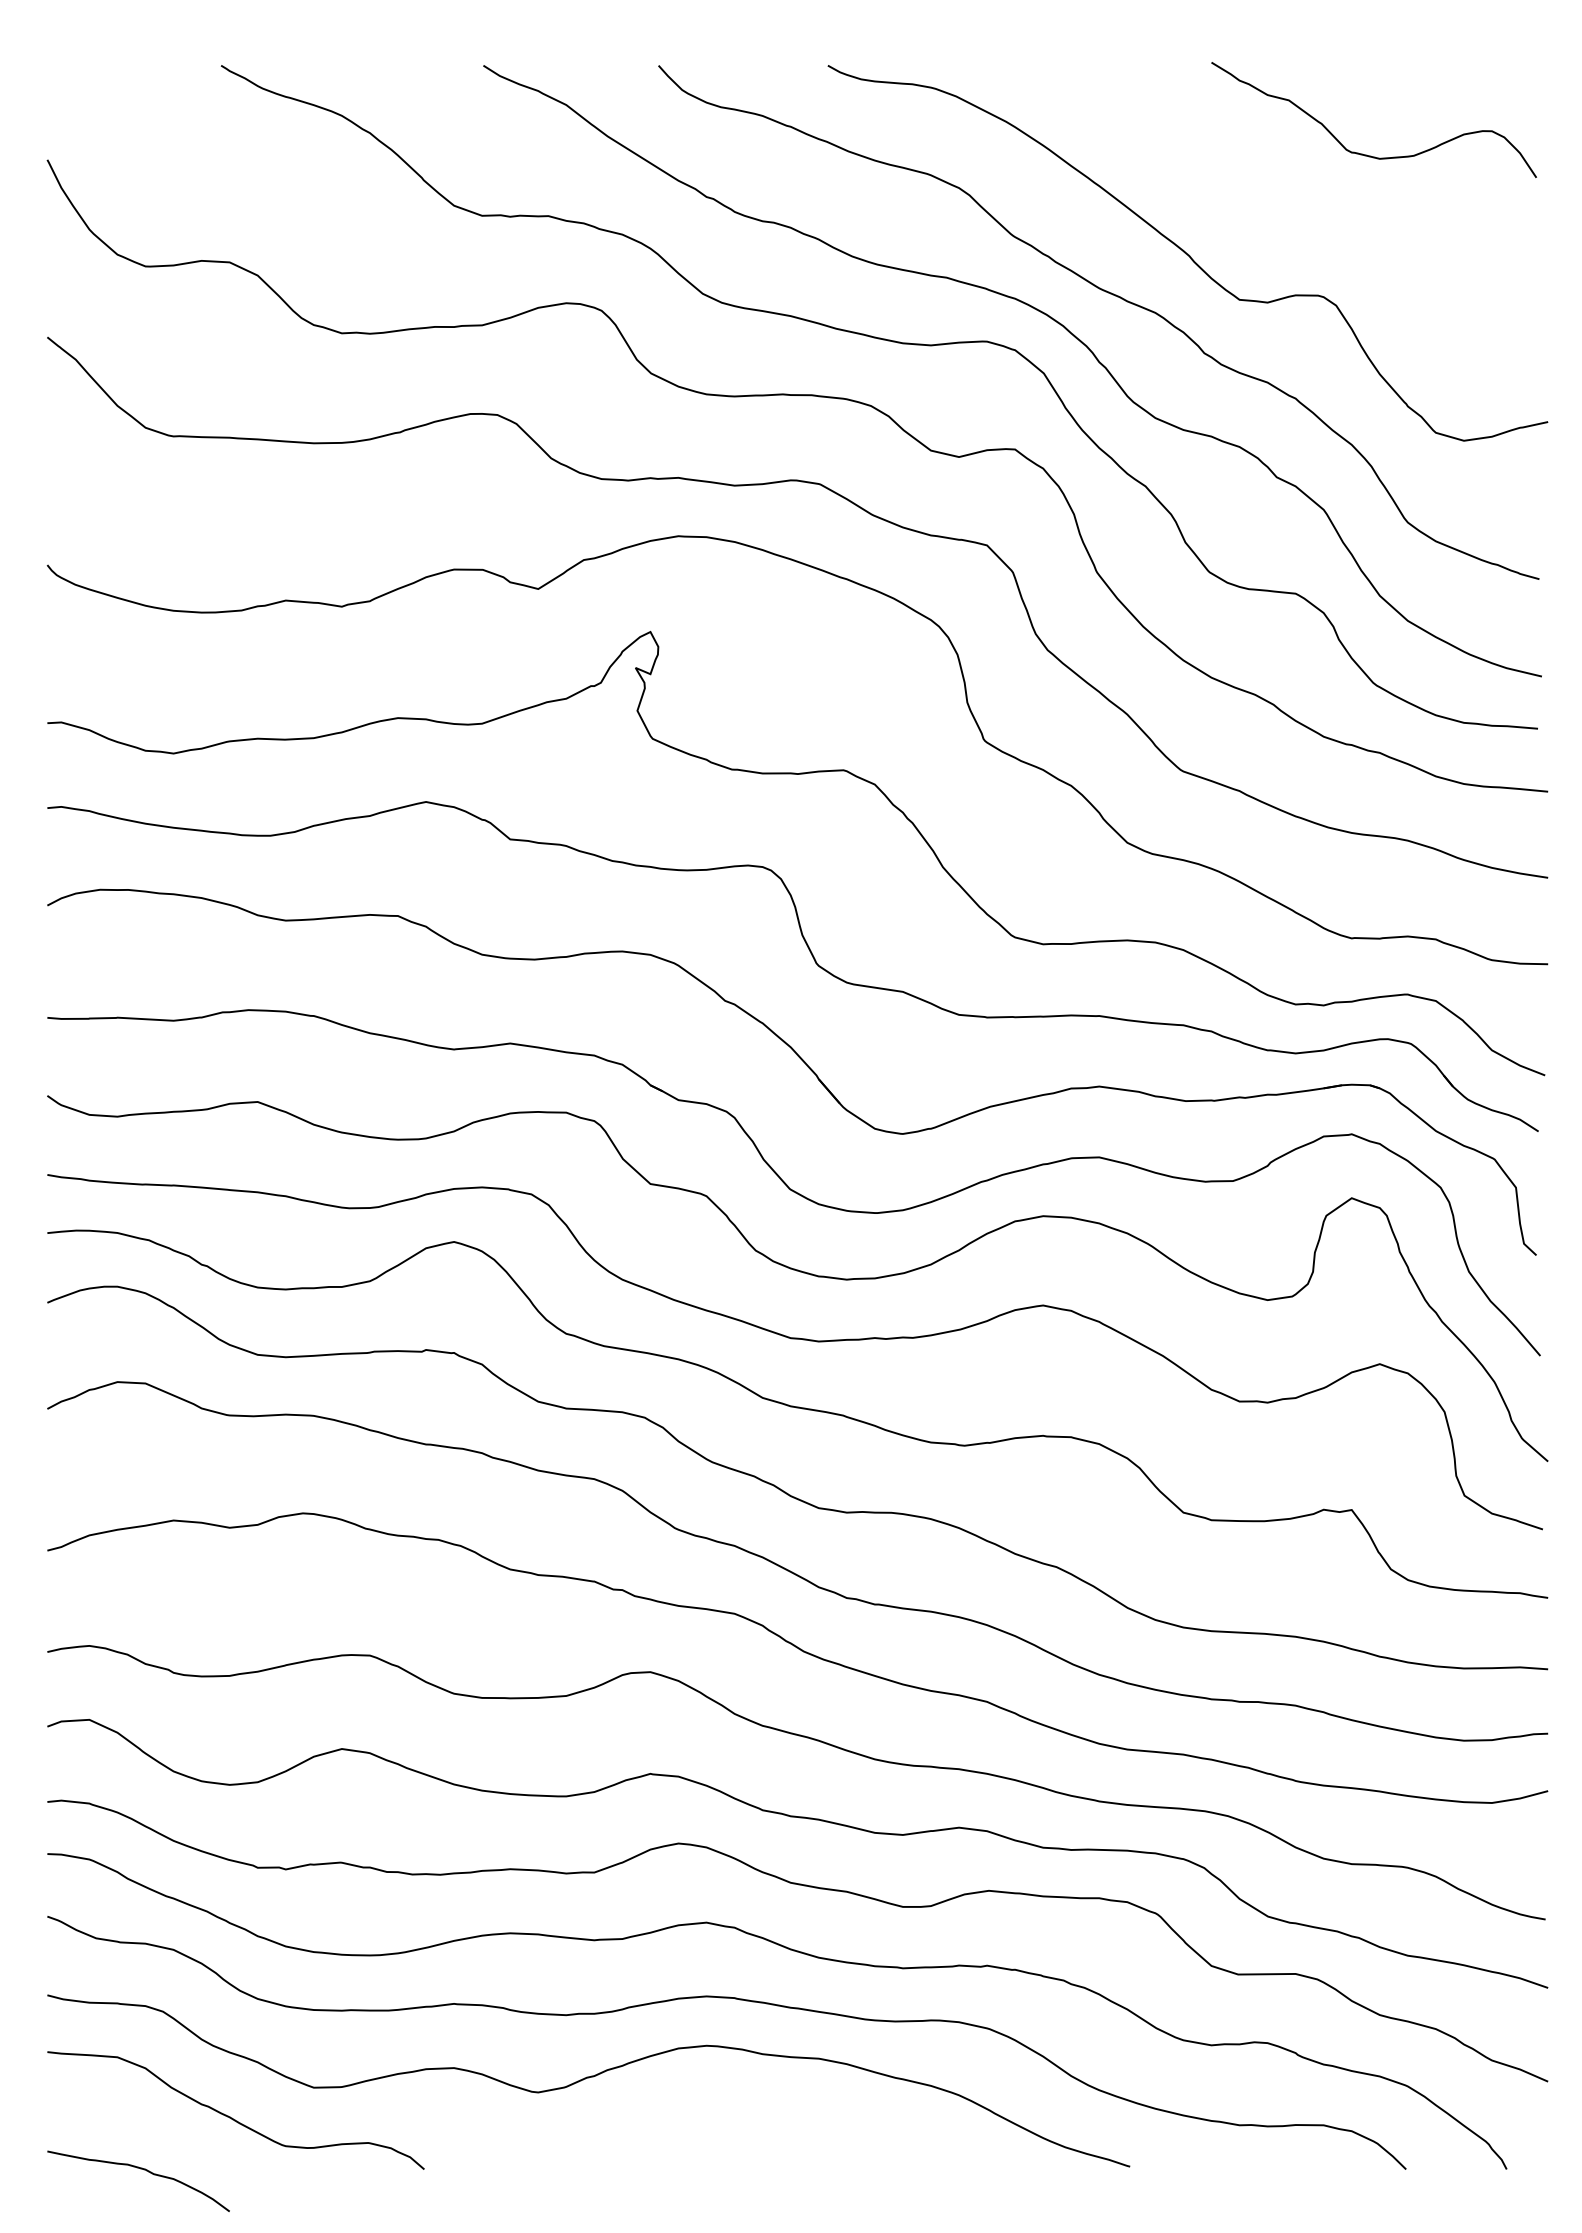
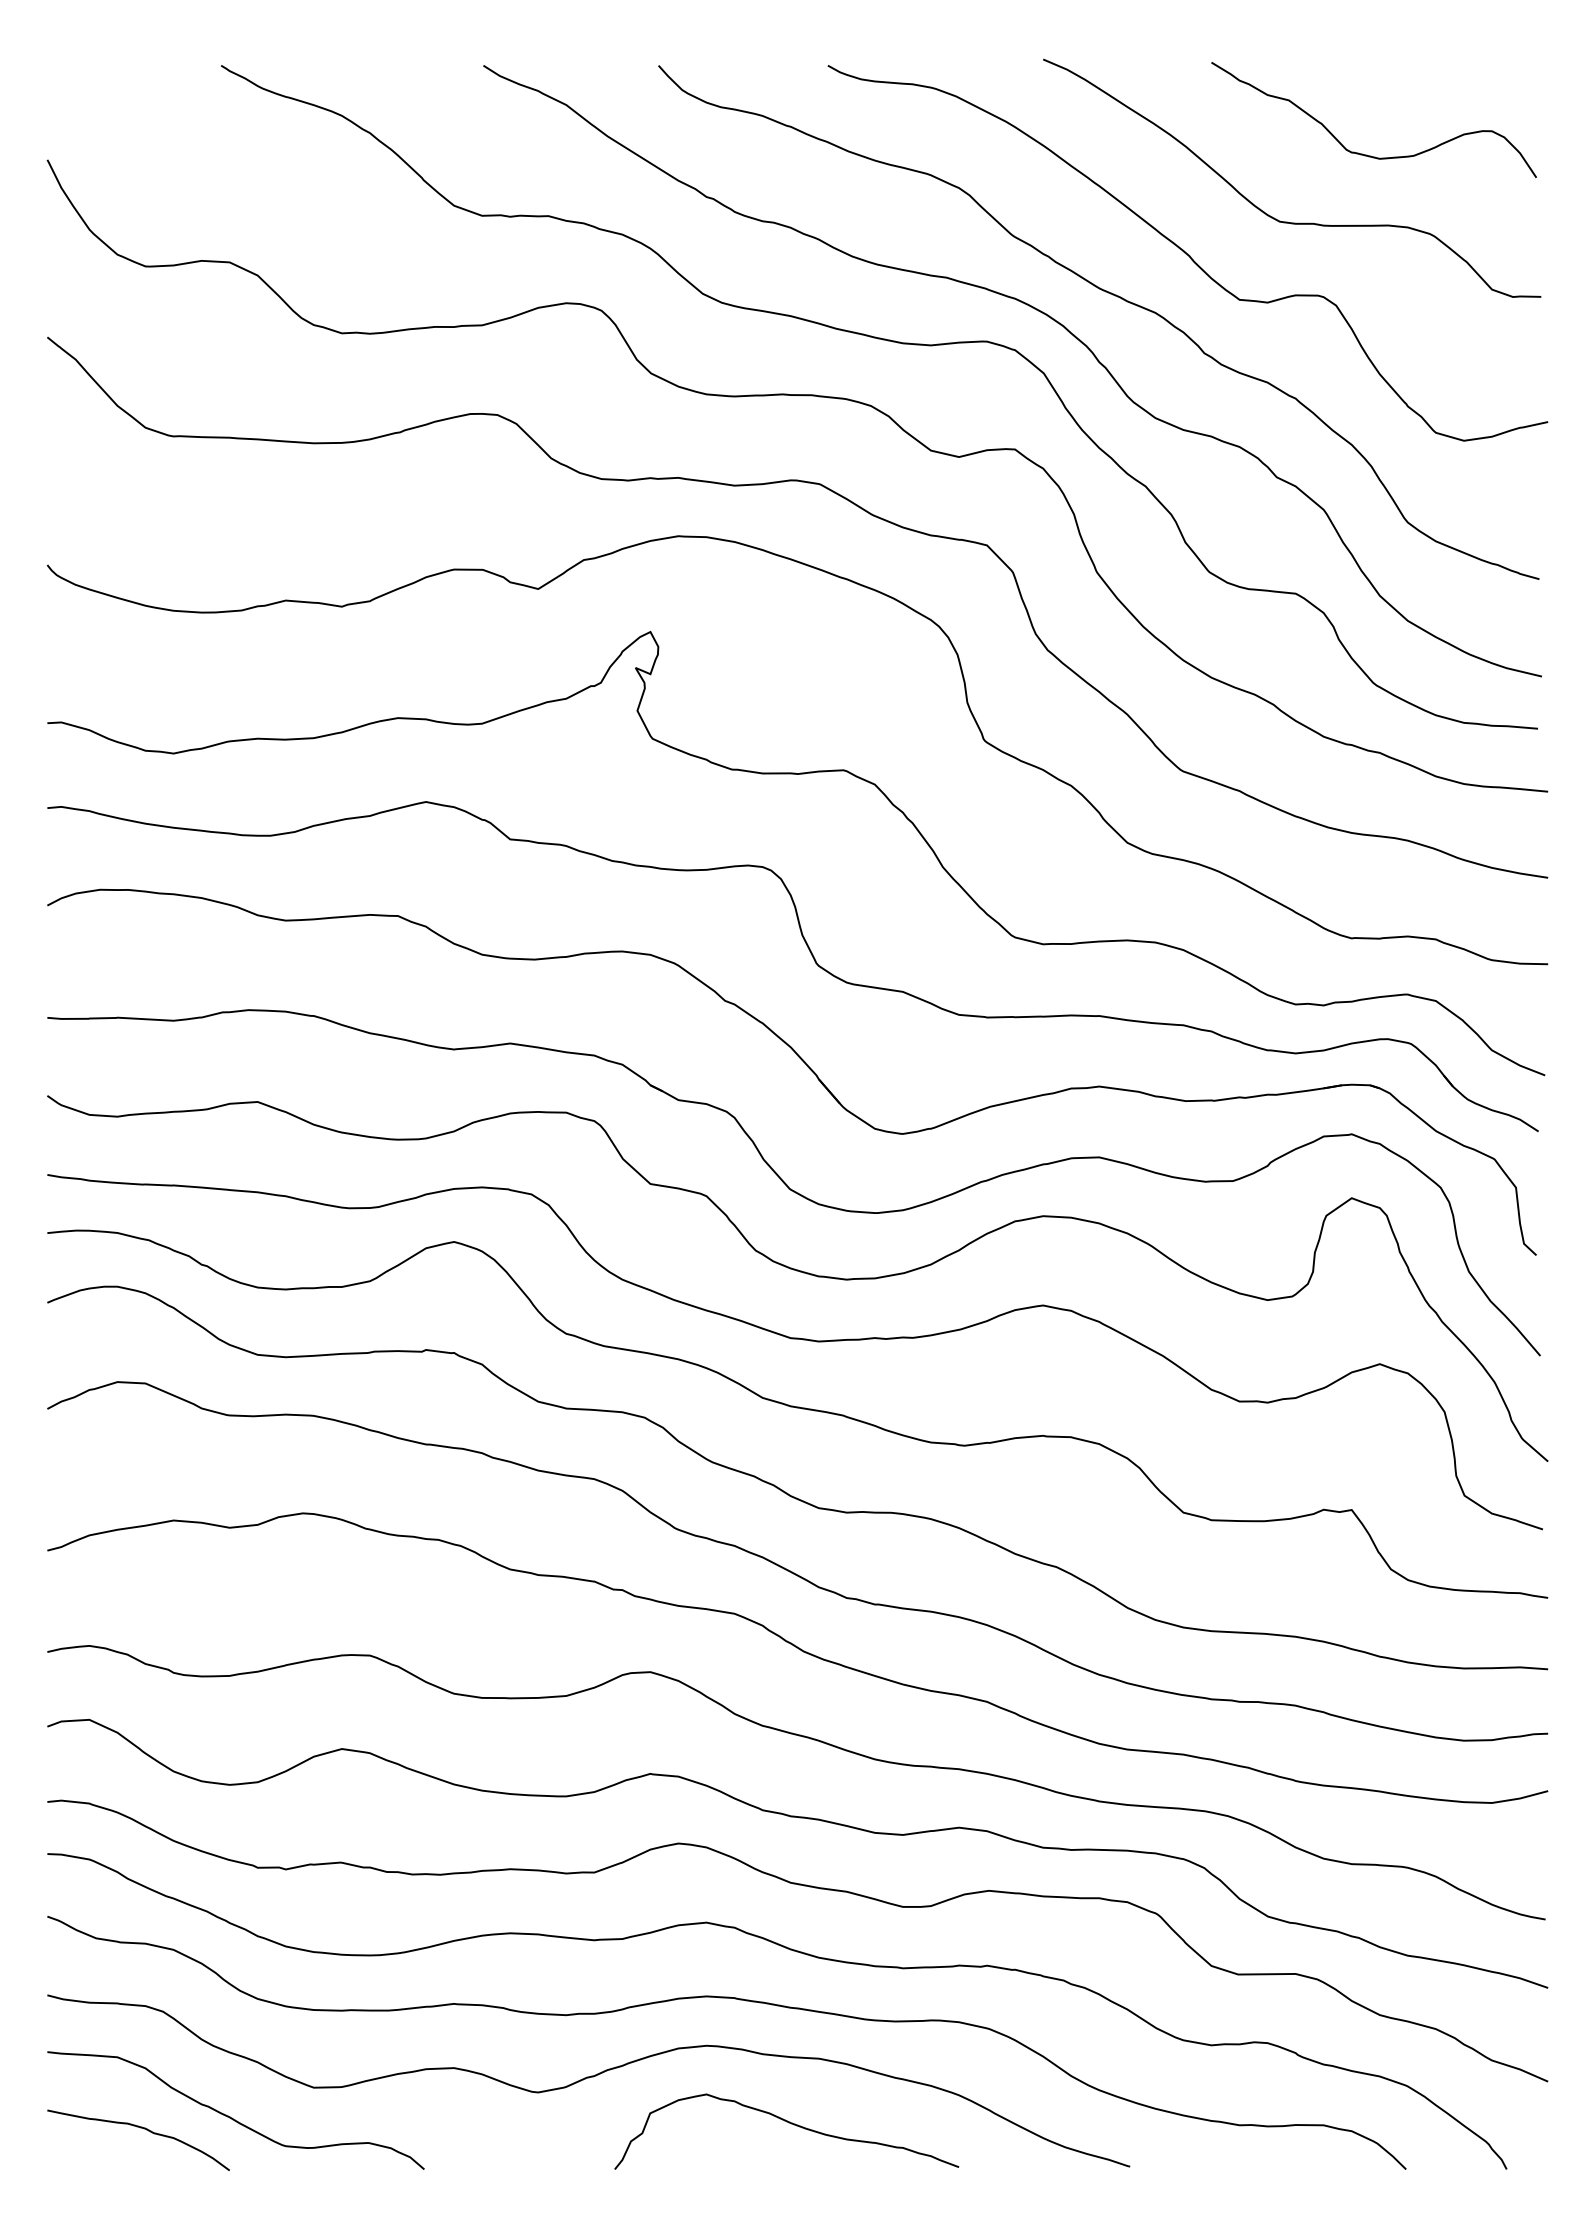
curve at (1267, 213): none -> present
curve at (789, 2123): none -> present
curve at (140, 2169) position: (140, 2169) -> (140, 2128)
